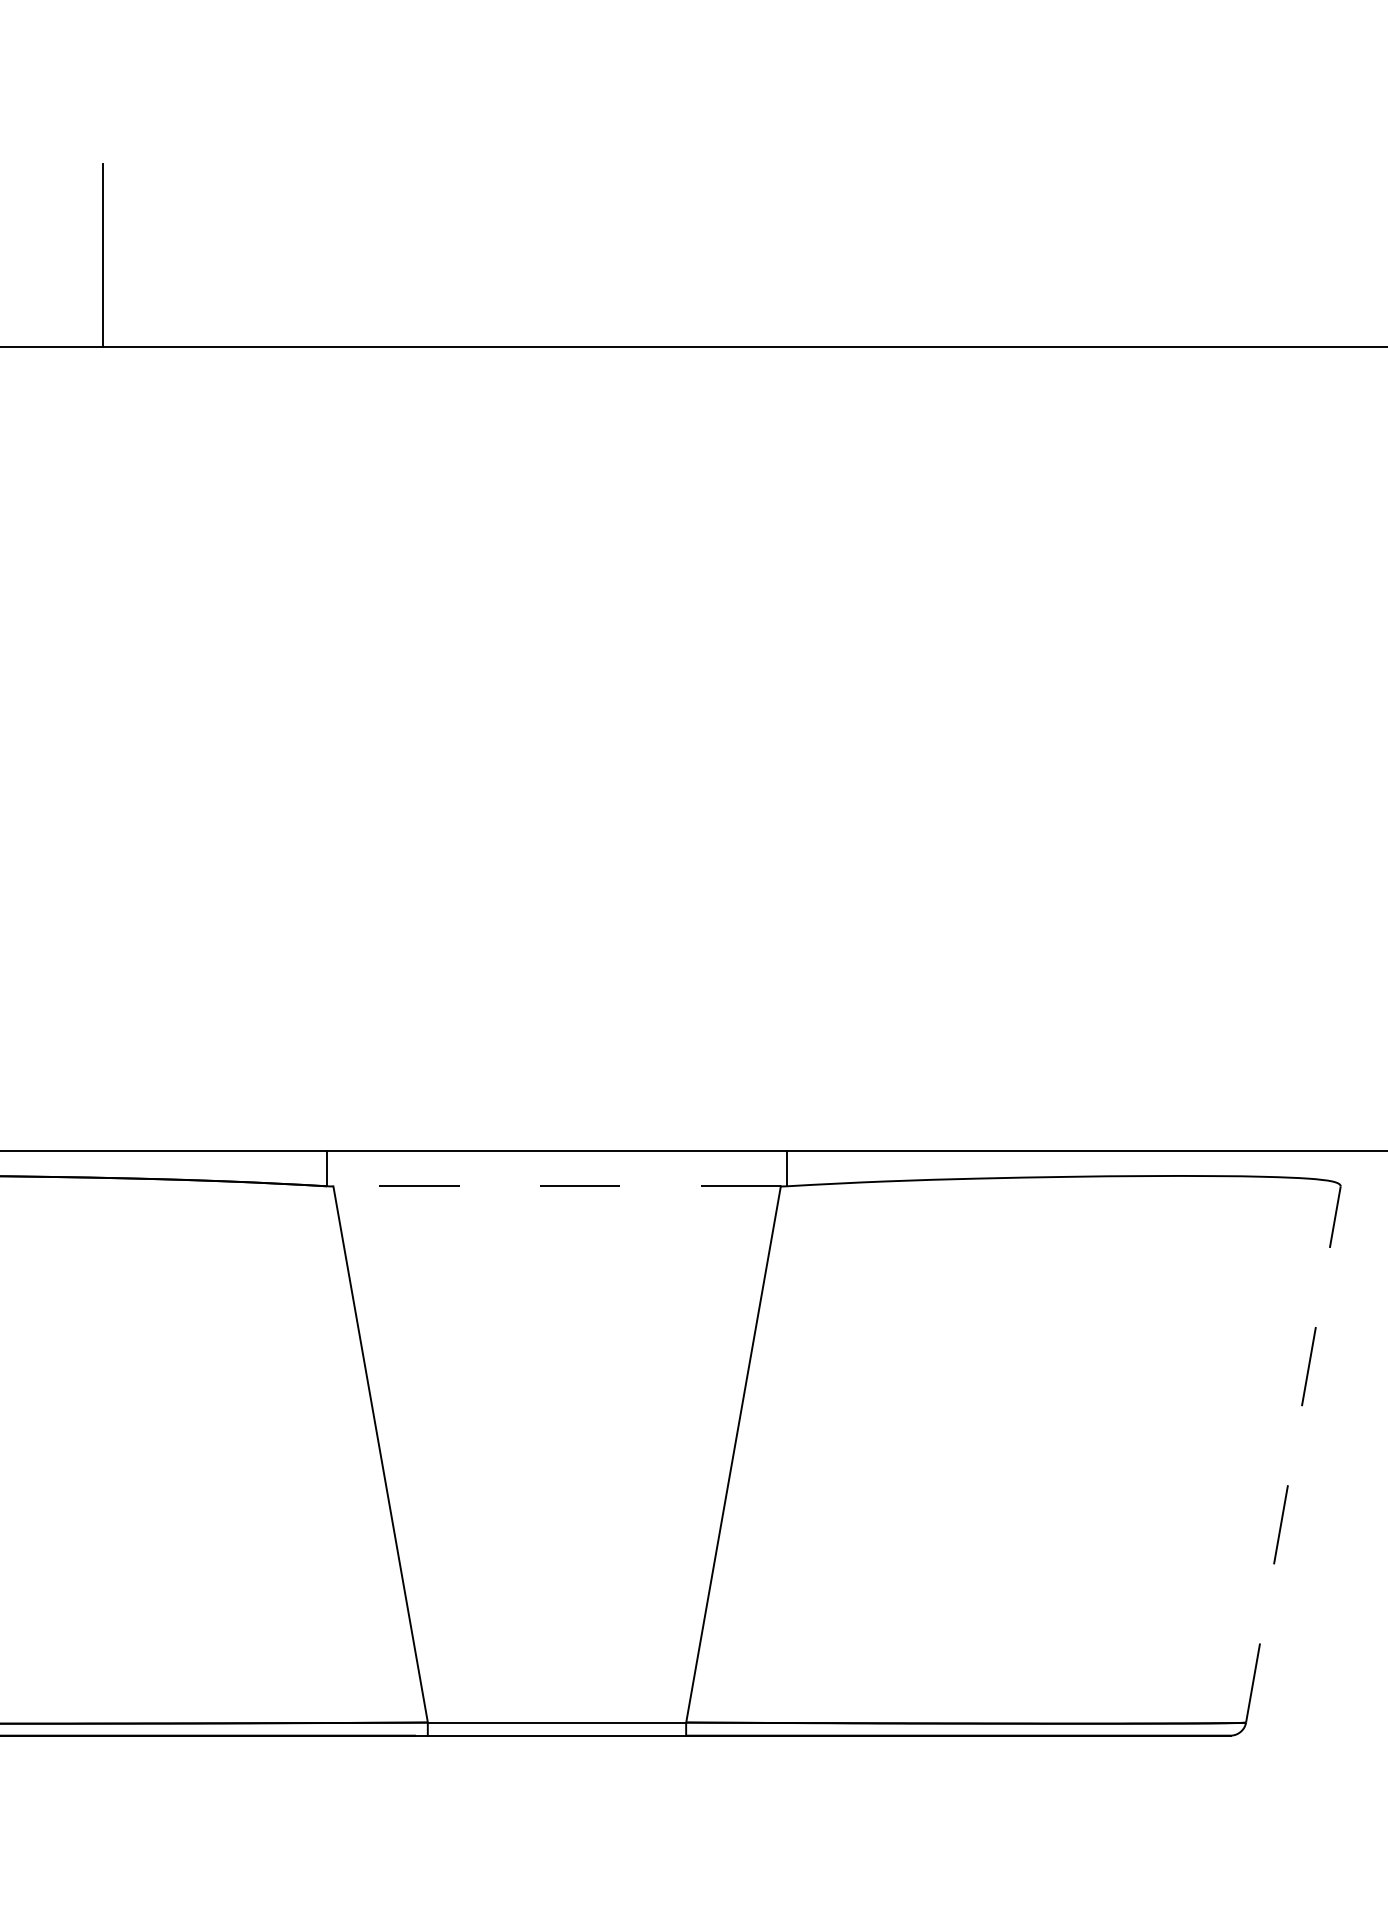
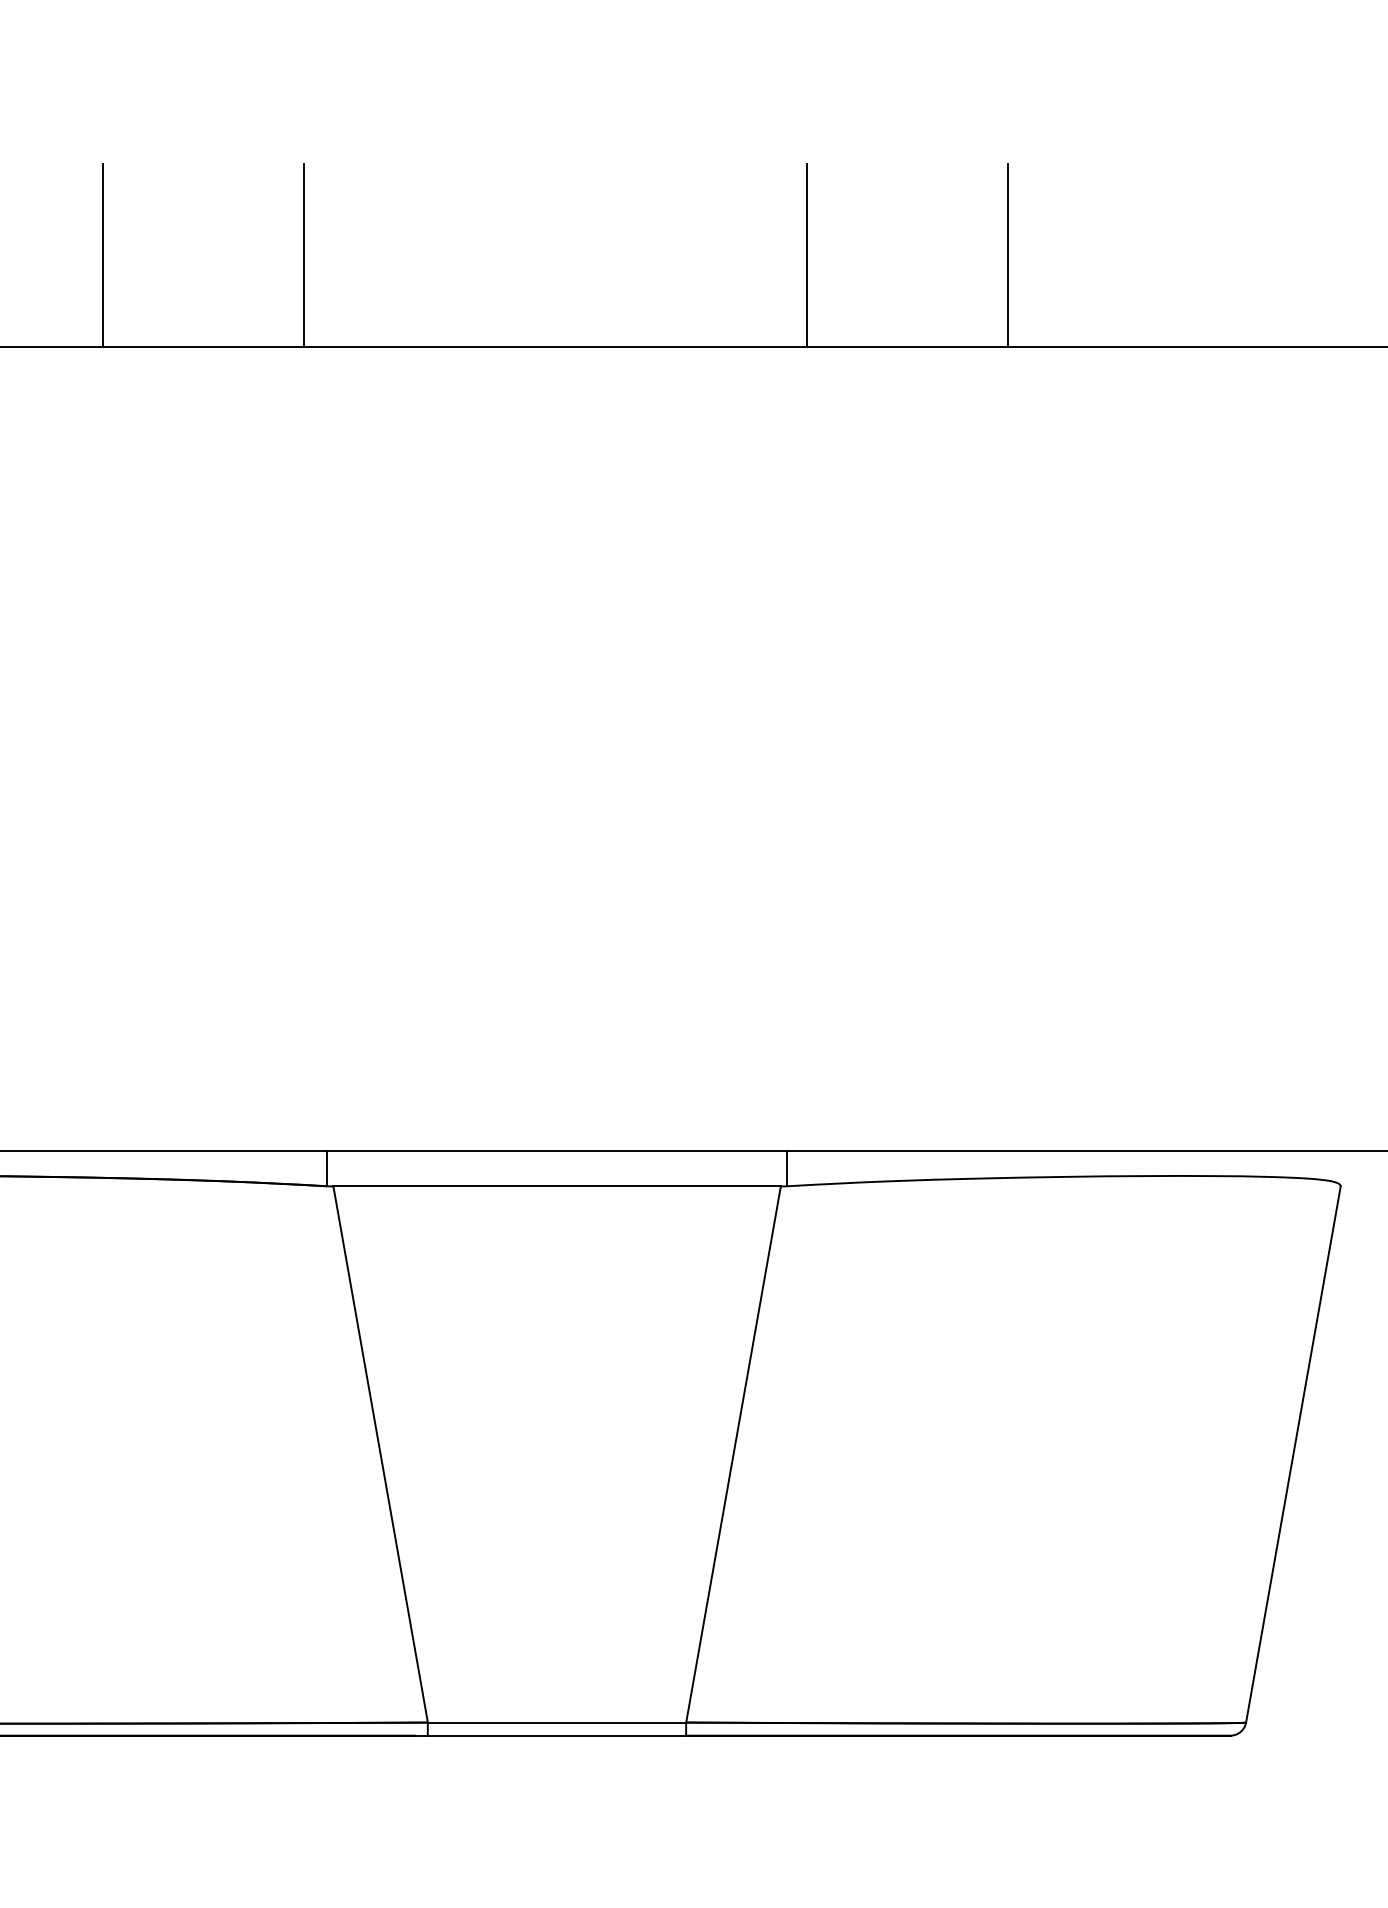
line at (304, 255): none -> present
line at (807, 255): none -> present
line at (1007, 255): none -> present
line at (557, 1186): dashed -> solid
line at (1293, 1454): dashed -> solid
